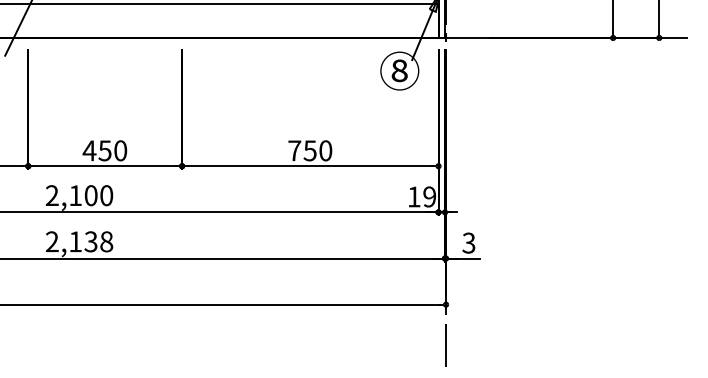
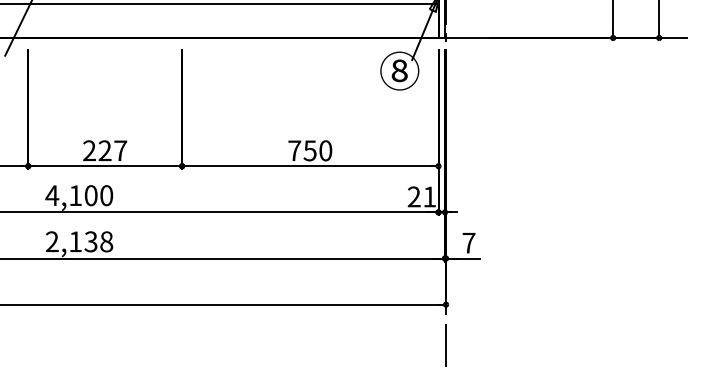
text at (104, 150): 450 -> 227
text at (52, 195): 2,100 -> 4,100
text at (421, 196): 19 -> 21
text at (468, 242): 3 -> 7
